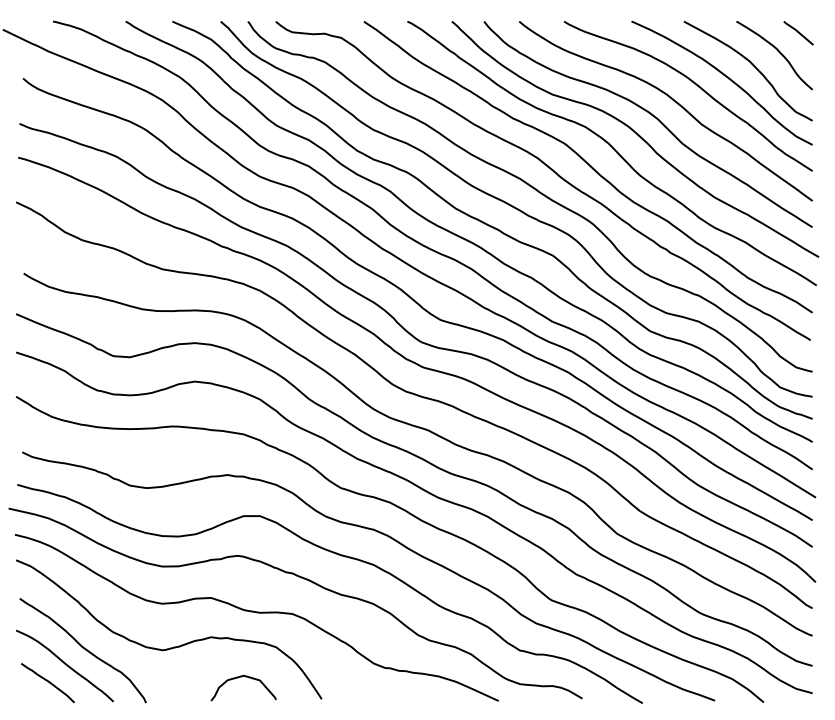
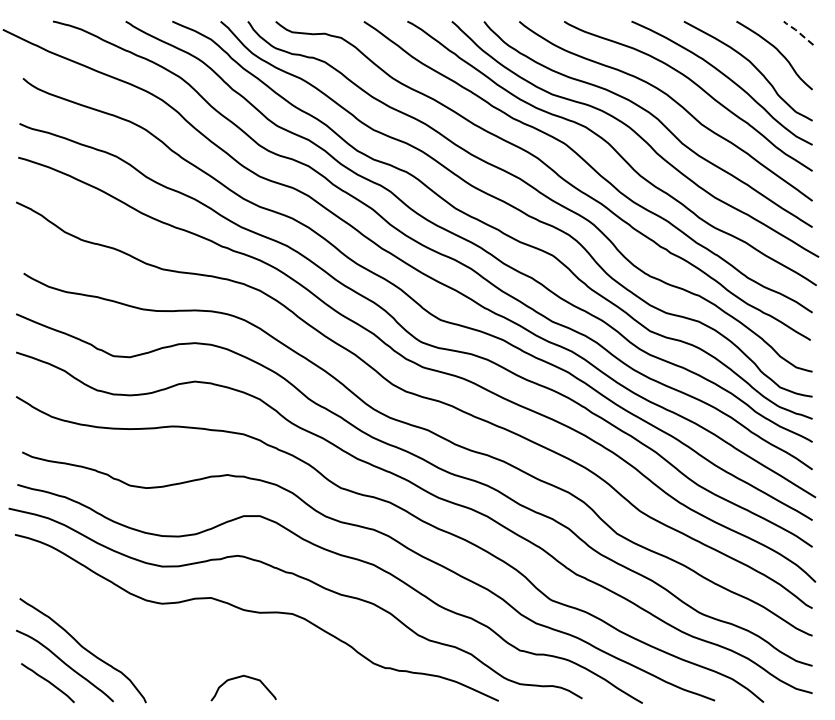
line at (797, 31): solid -> dashed
curve at (173, 646): present -> none
